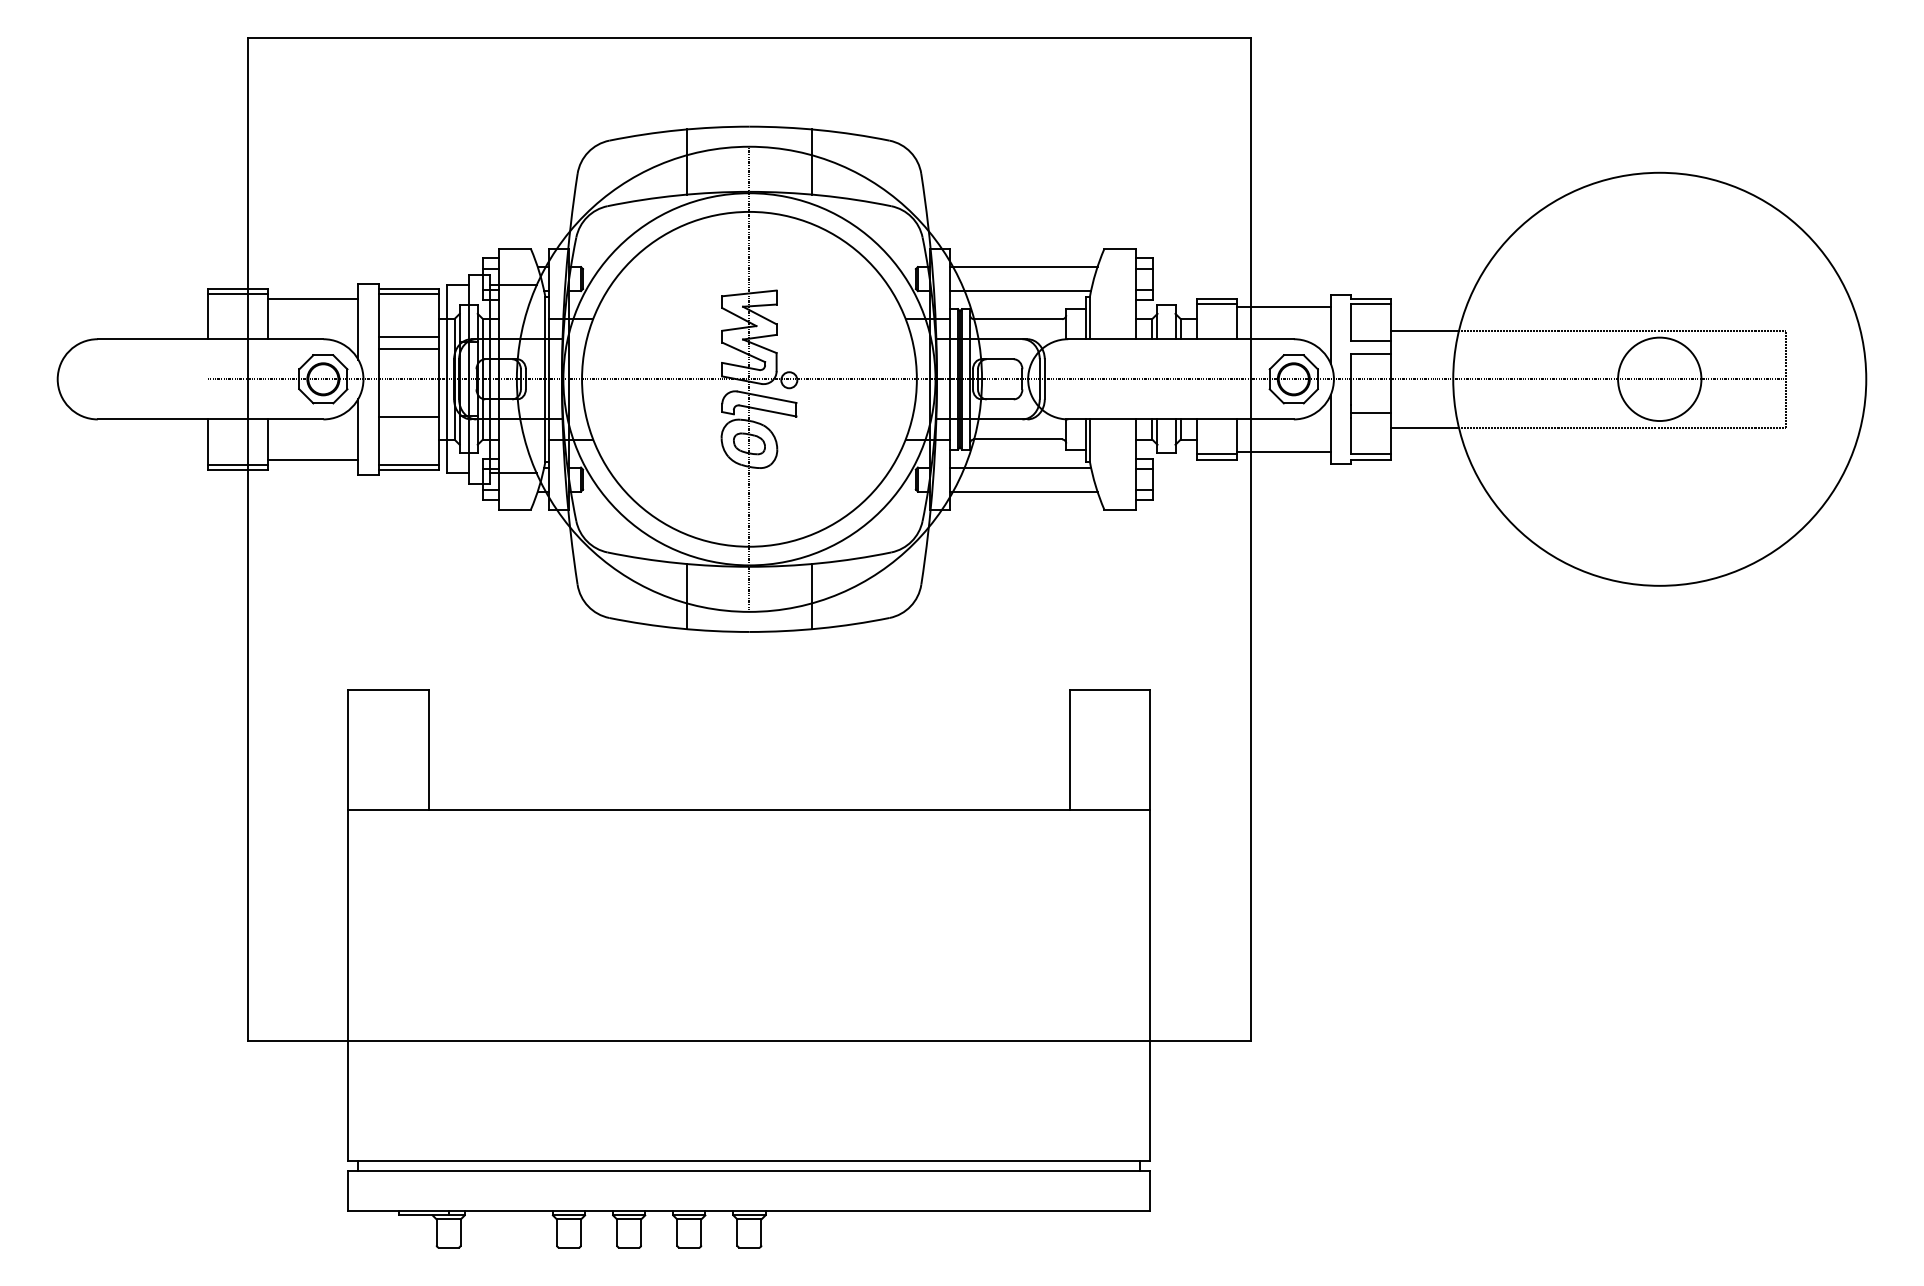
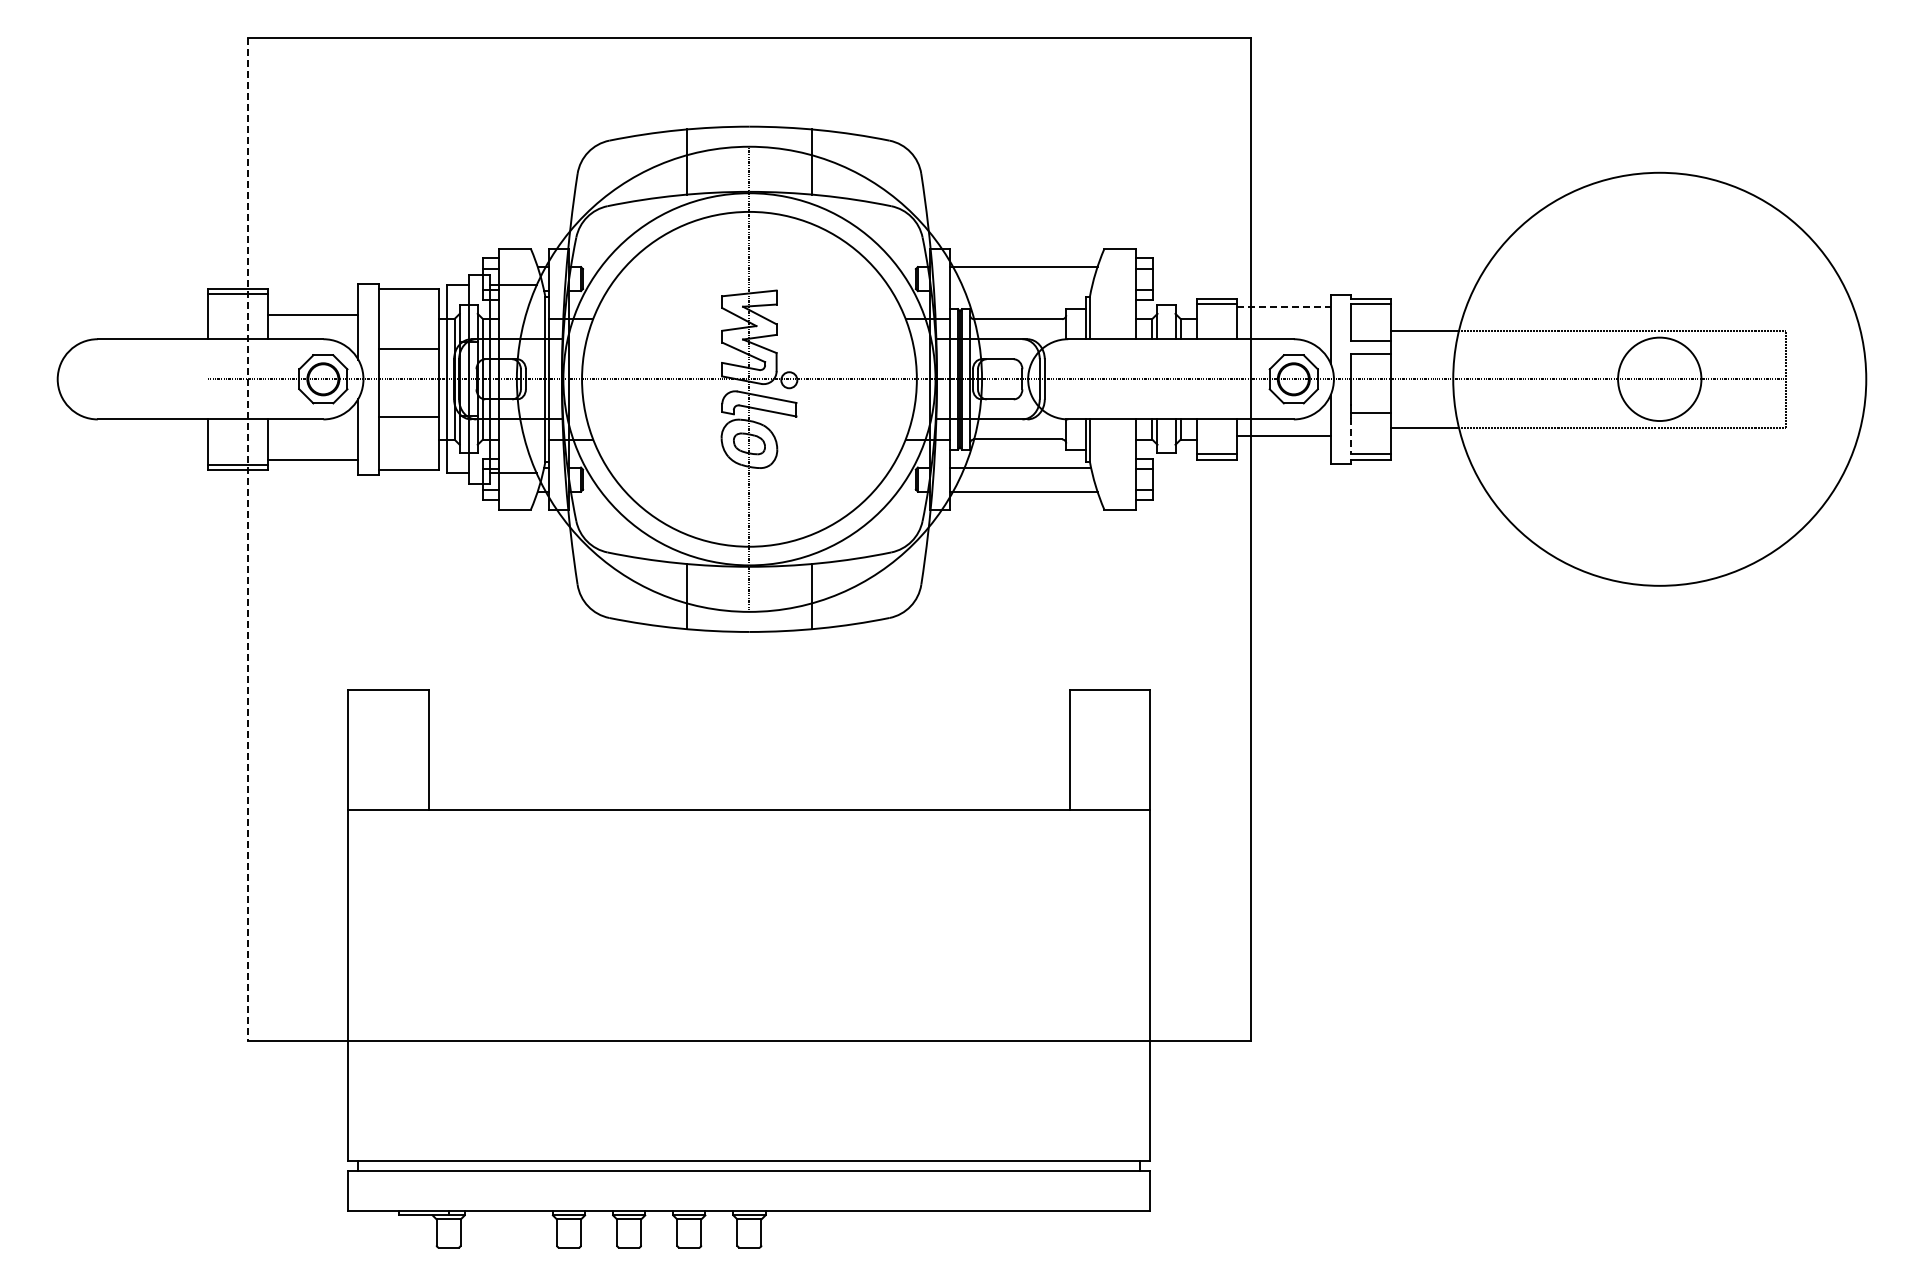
line at (1020, 291): present -> none
line at (408, 293): present -> none
line at (313, 299) position: (313, 299) -> (313, 315)
line at (1284, 307): solid -> dashed
line at (408, 337): present -> none
line at (1350, 436): solid -> dashed
line at (1283, 451) position: (1283, 451) -> (1283, 435)
line at (408, 464): present -> none
line at (248, 540): solid -> dashed
